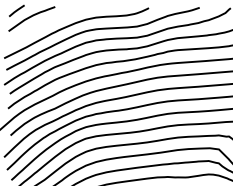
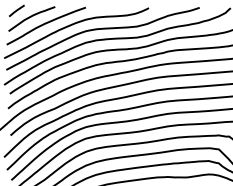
curve at (45, 24): none -> present
